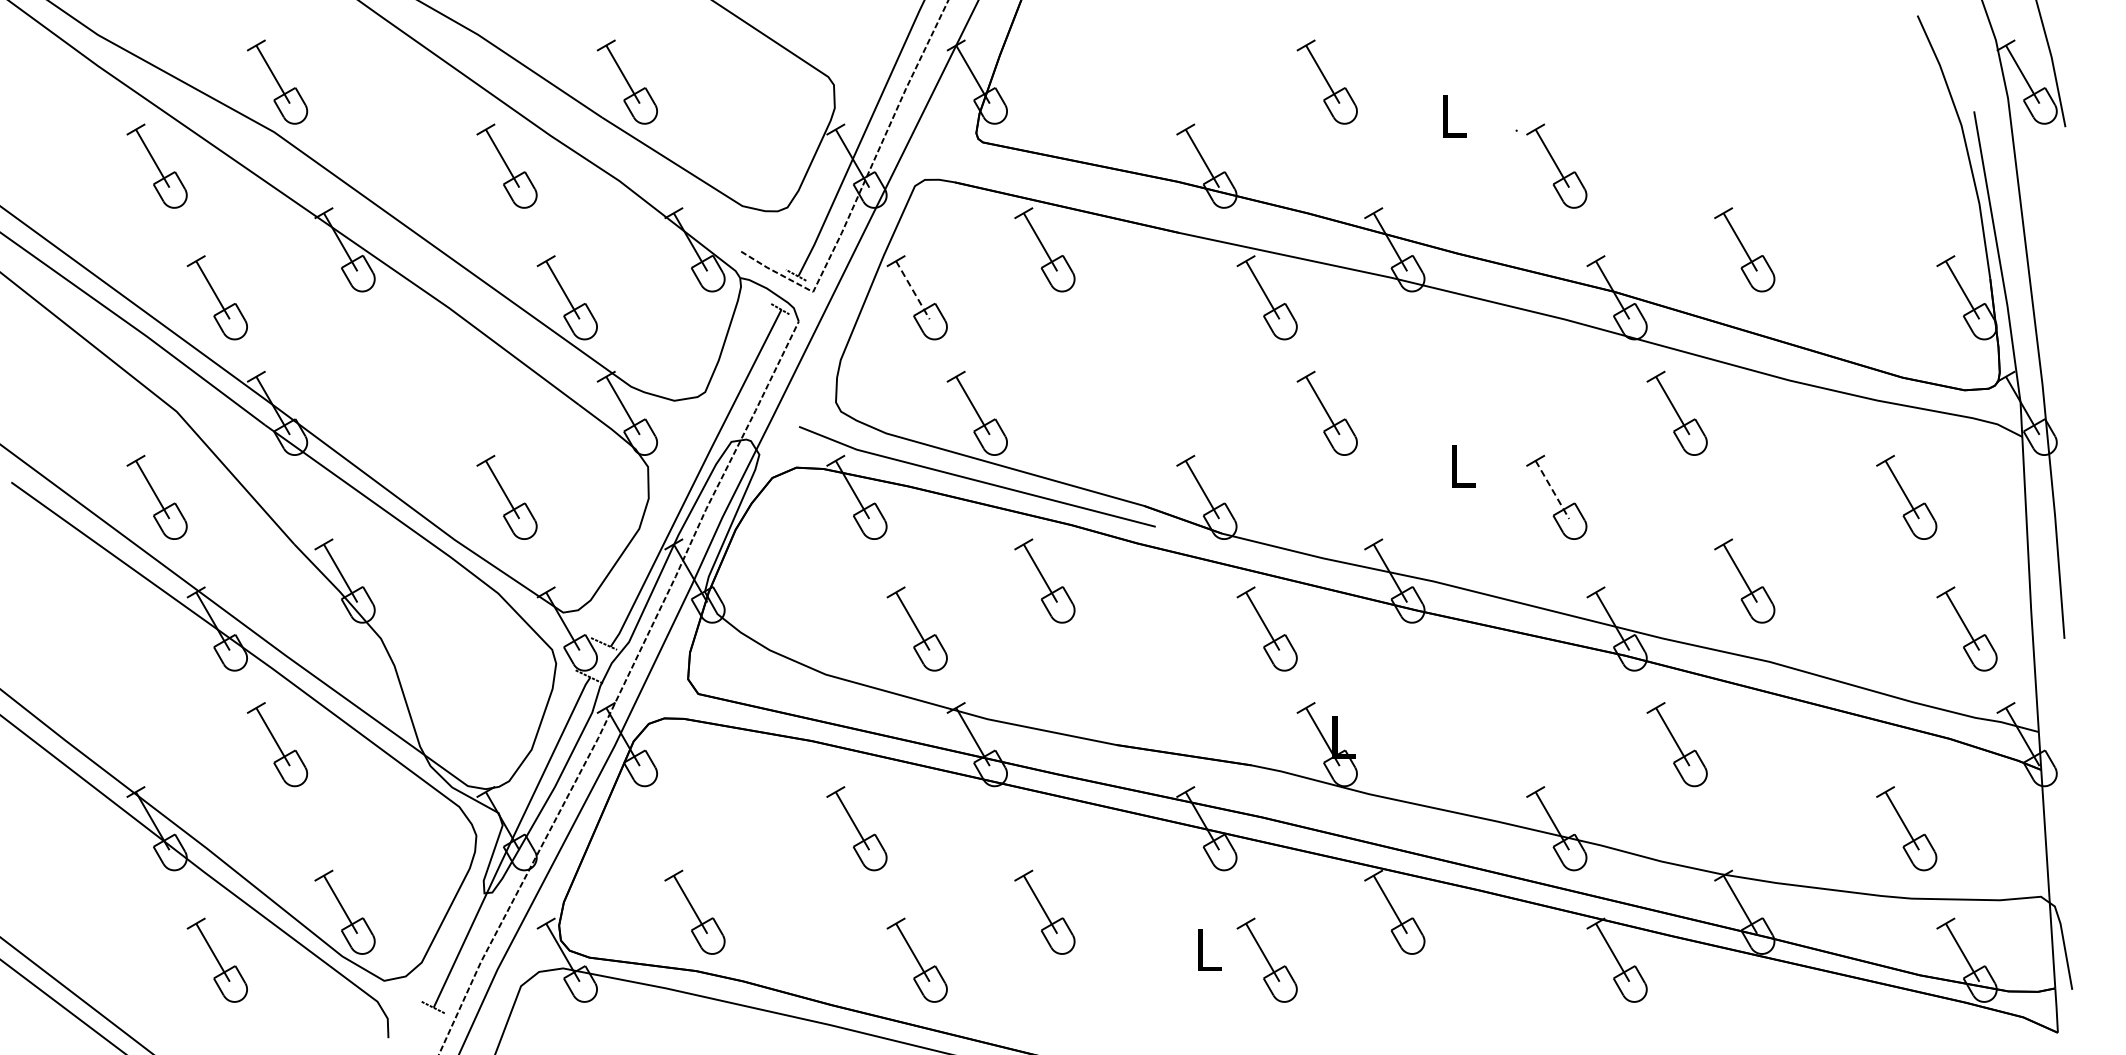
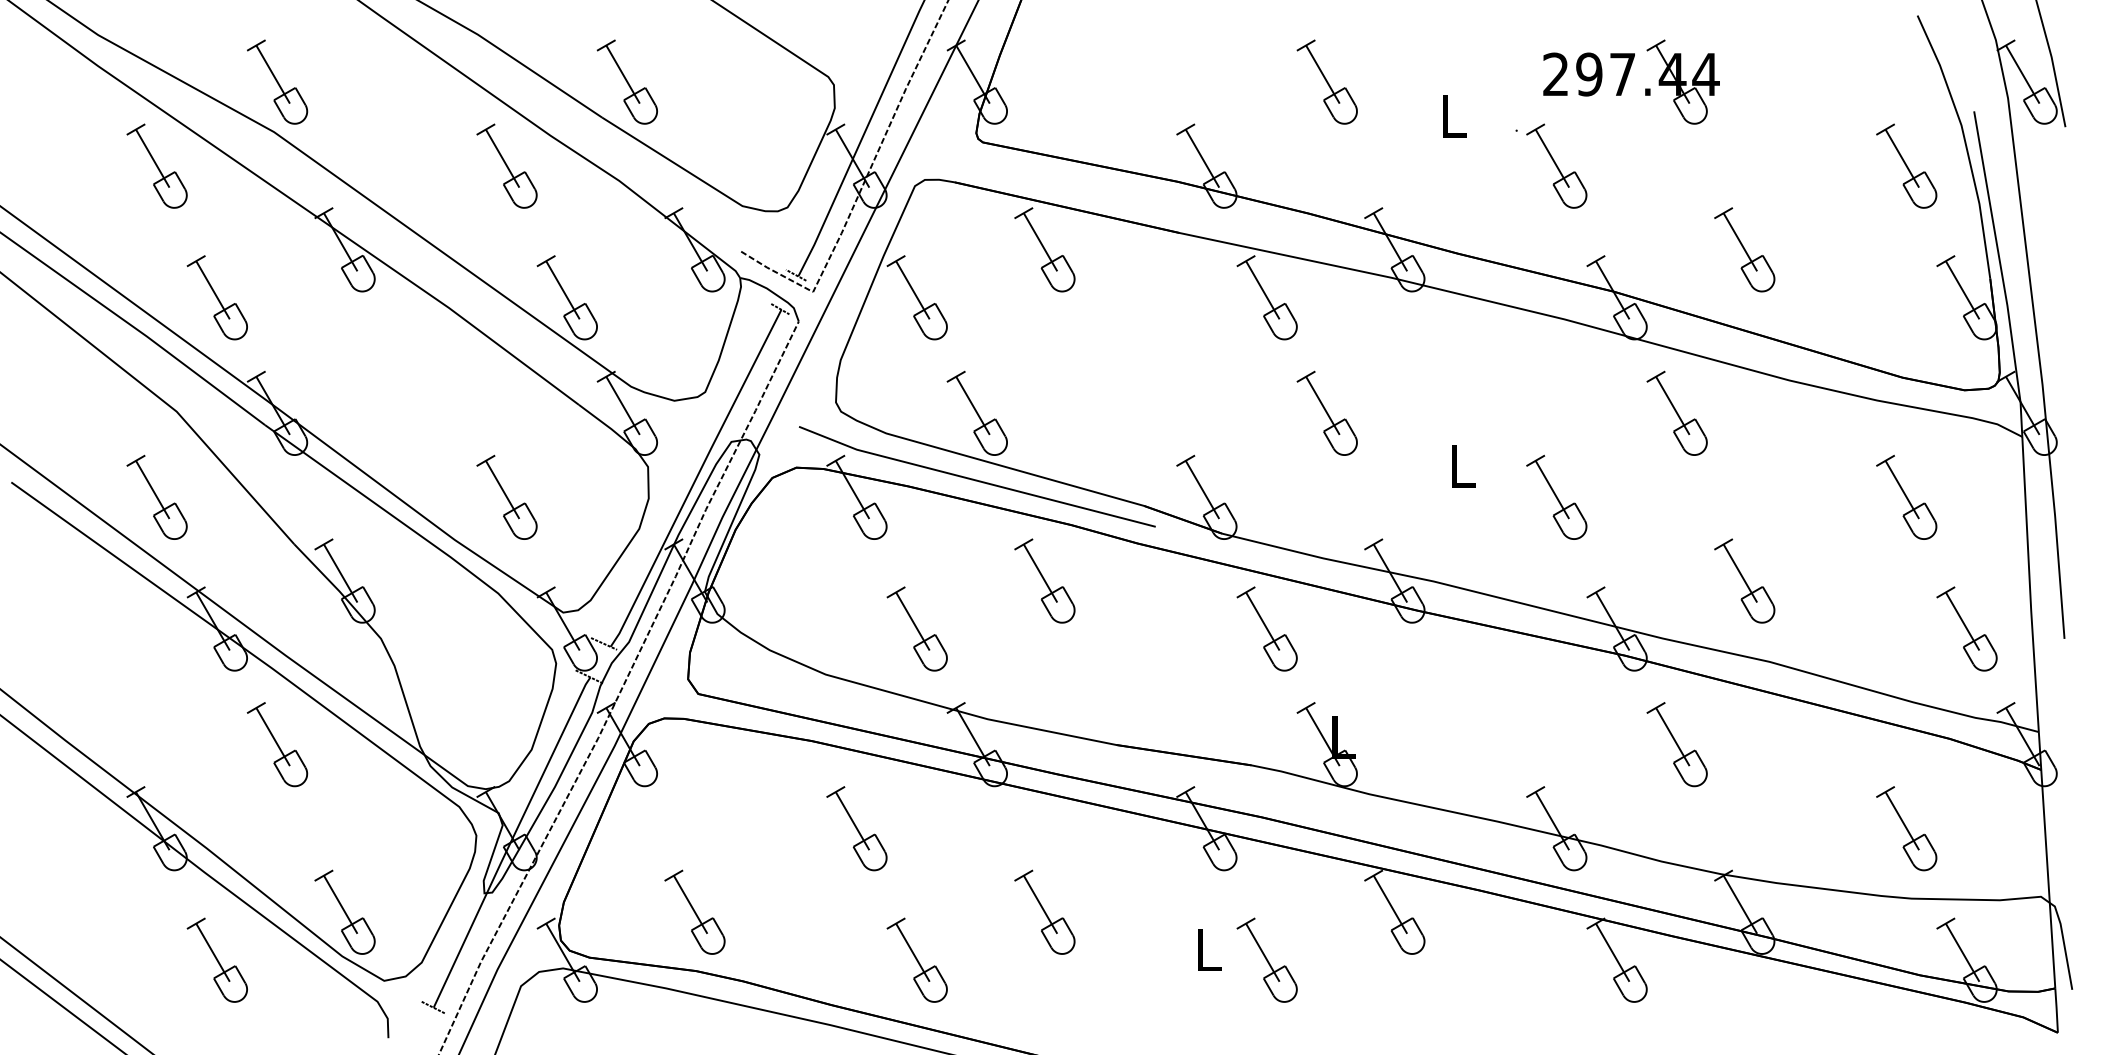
part at (1631, 81): none -> present
part at (1906, 165): none -> present
line at (912, 290): dashed -> solid
line at (1552, 489): dashed -> solid
